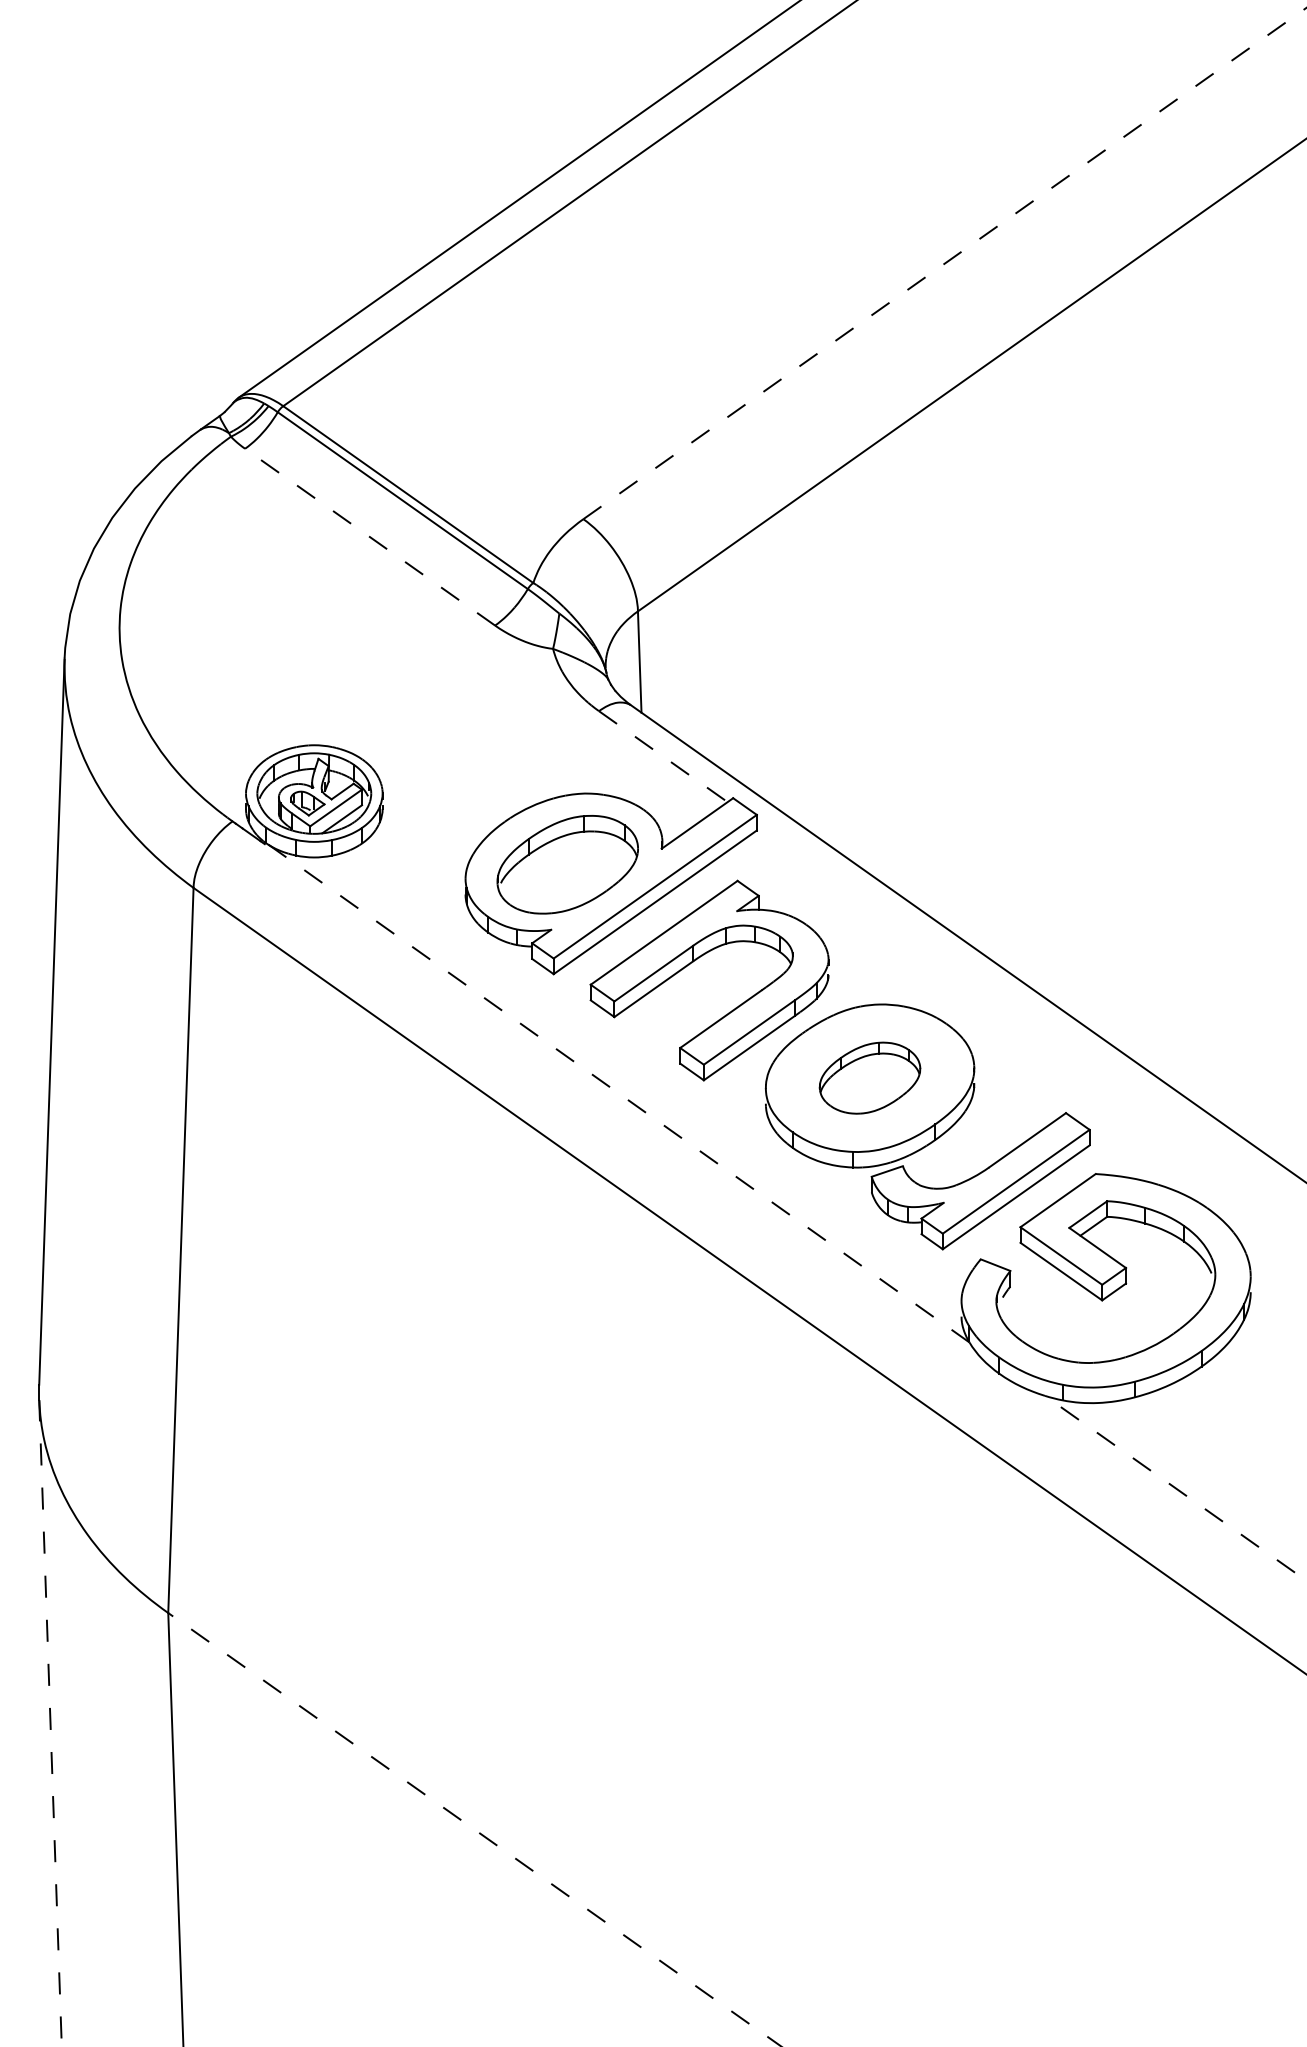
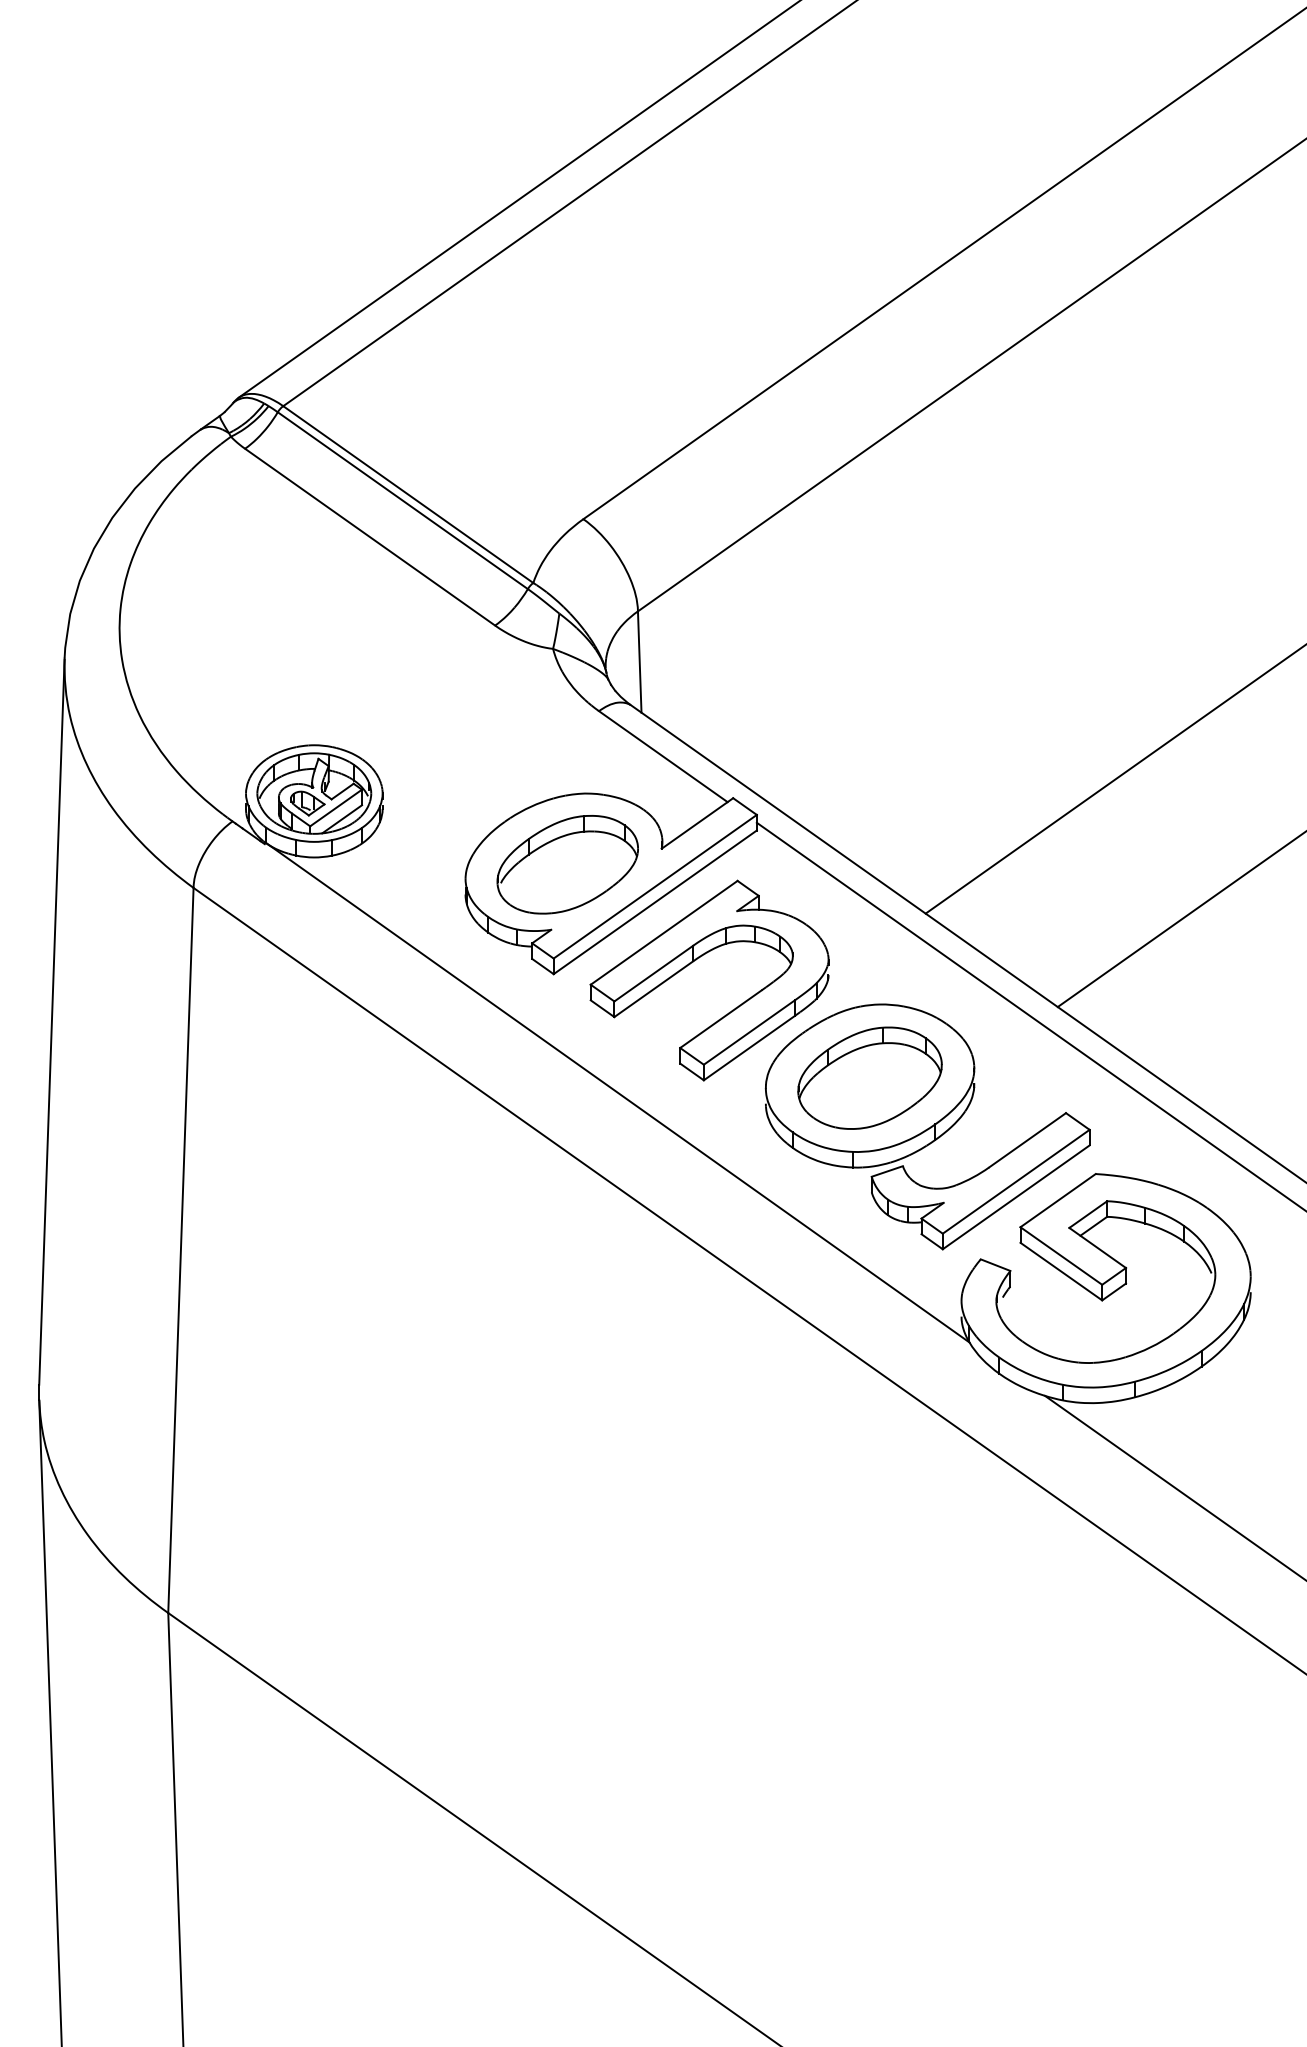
line at (944, 263): dashed -> solid
line at (369, 536): dashed -> solid
line at (663, 756): dashed -> solid
line at (1114, 779): none -> present
line at (1180, 919): none -> present
line at (1029, 1015): none -> present
part at (869, 1077) size: 104x74 px -> 146x104 px
line at (617, 1092): dashed -> solid
line at (1175, 1488): dashed -> solid
line at (50, 1723): dashed -> solid
line at (474, 1829): dashed -> solid
